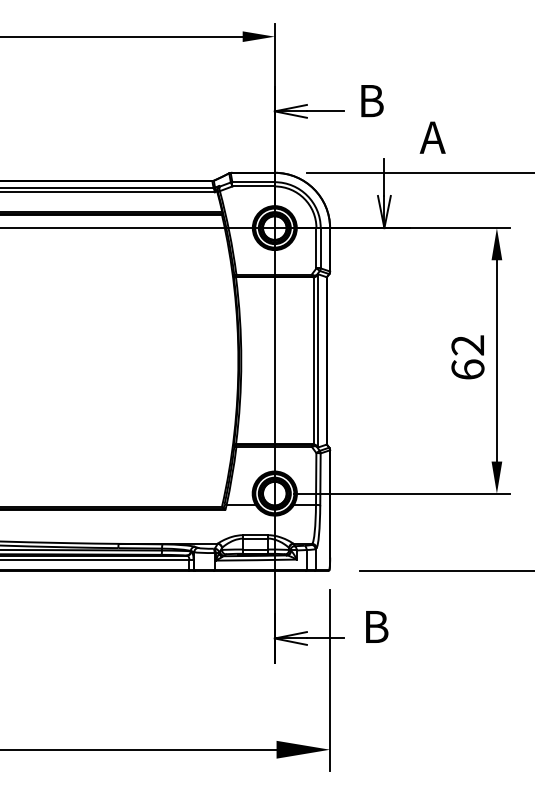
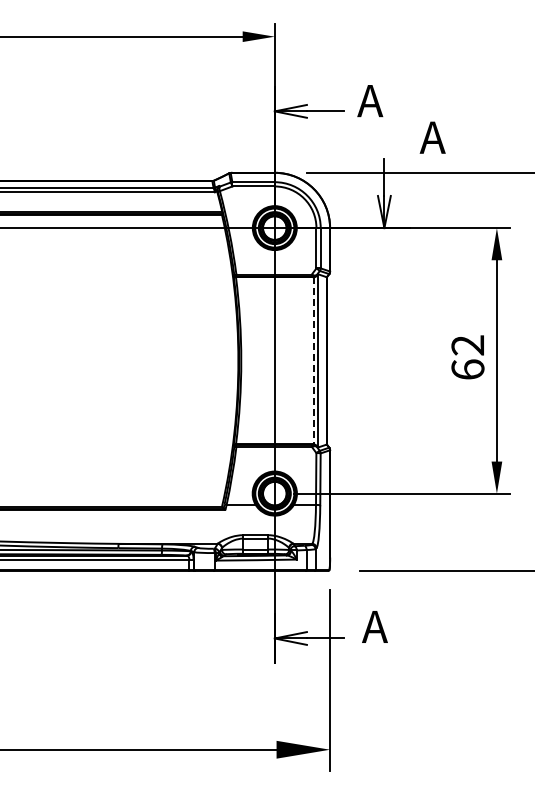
text at (370, 101): B -> A
line at (313, 360): solid -> dashed
text at (375, 626): B -> A
